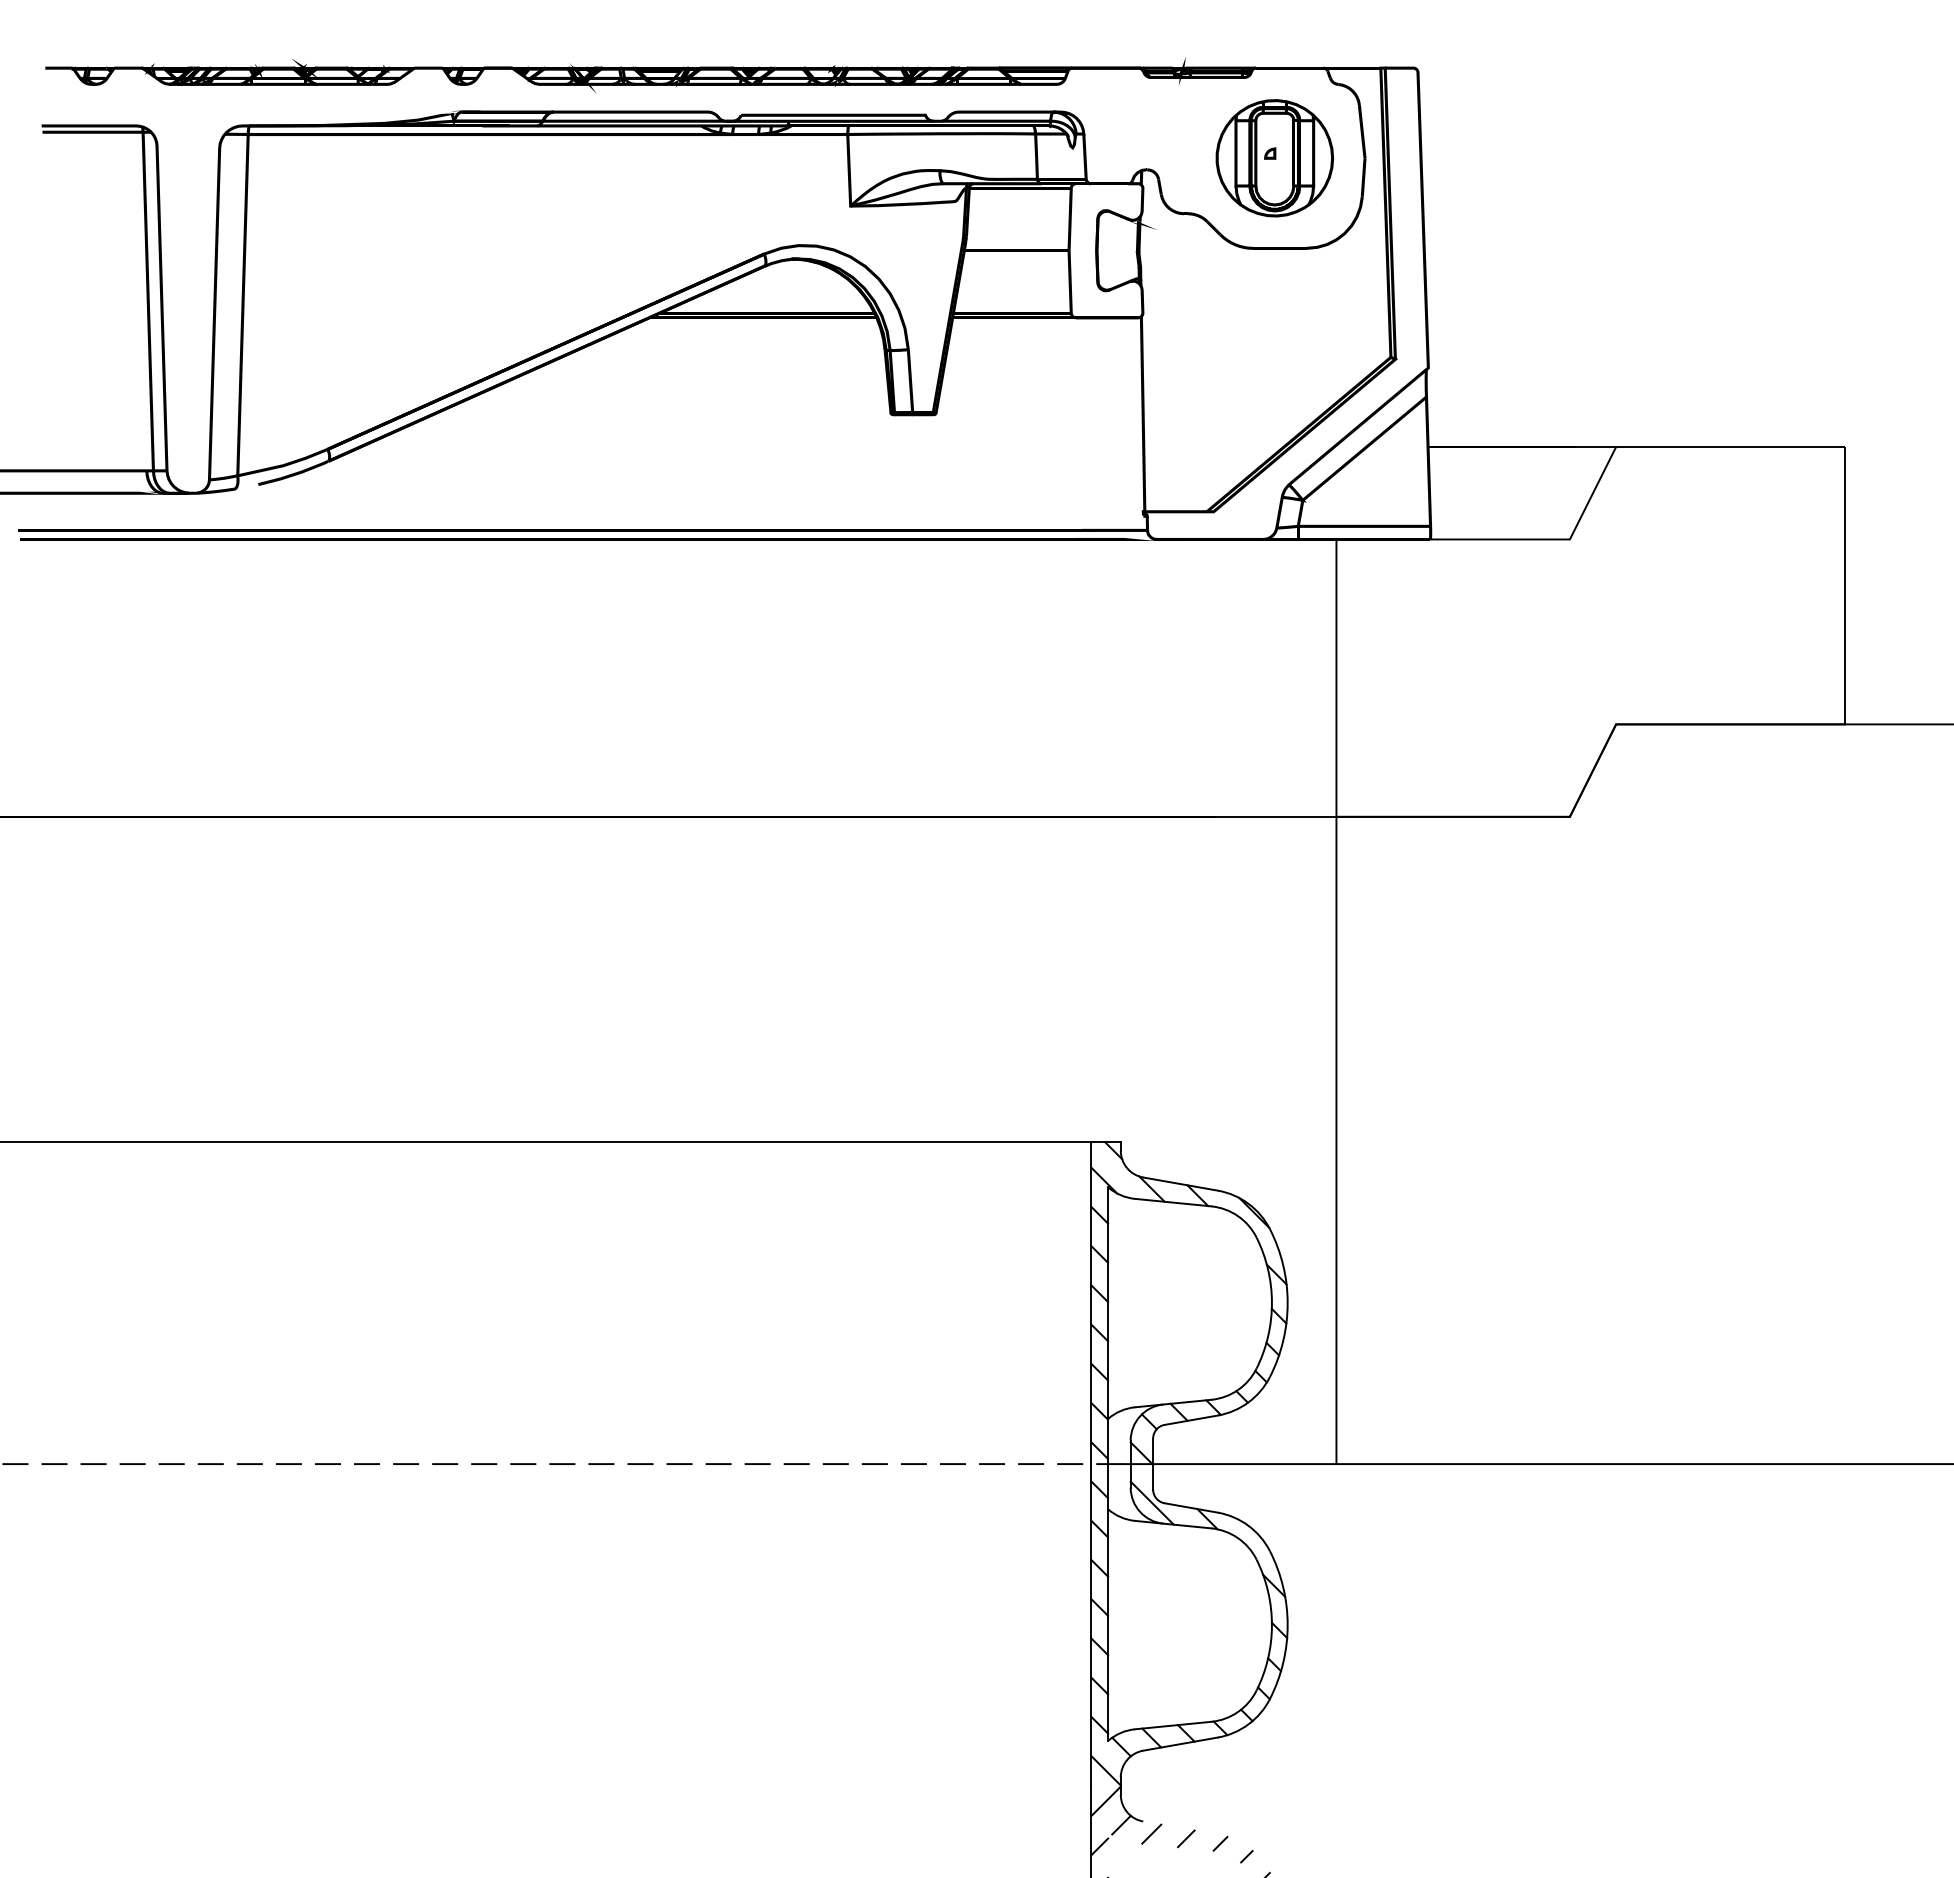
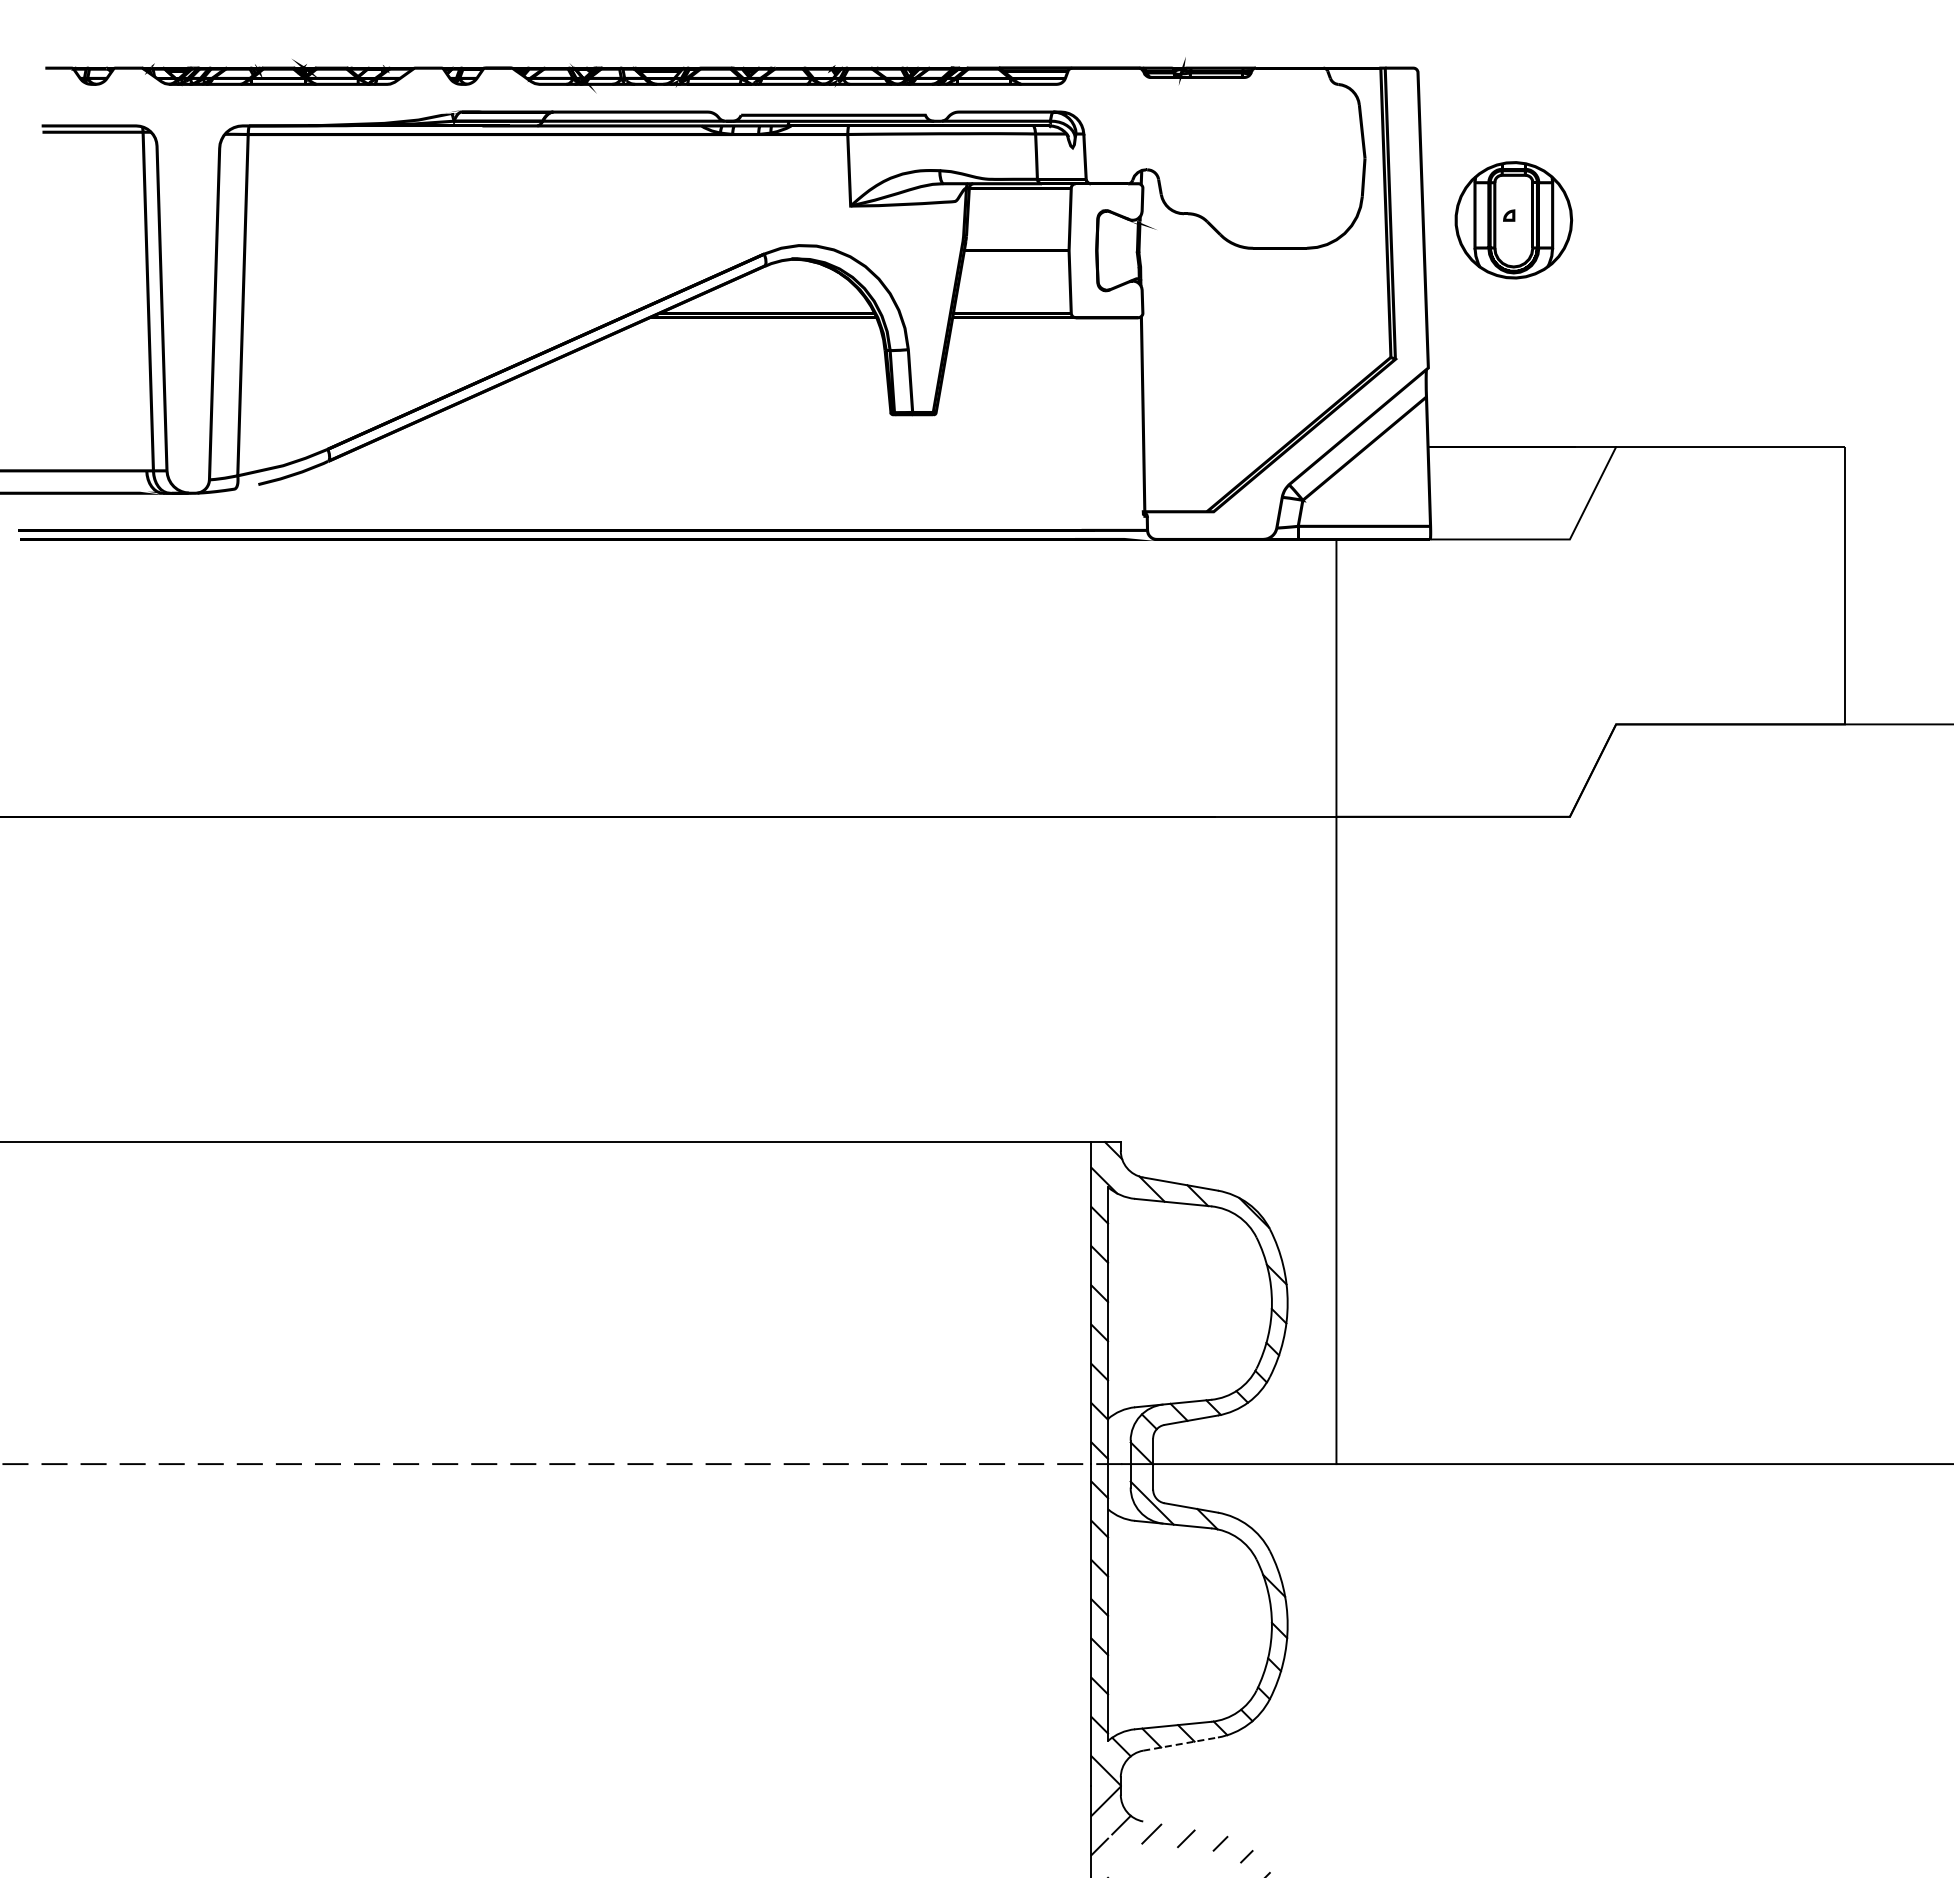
part at (1274, 158) position: (1274, 158) -> (1513, 220)
line at (1180, 1744): solid -> dashed
